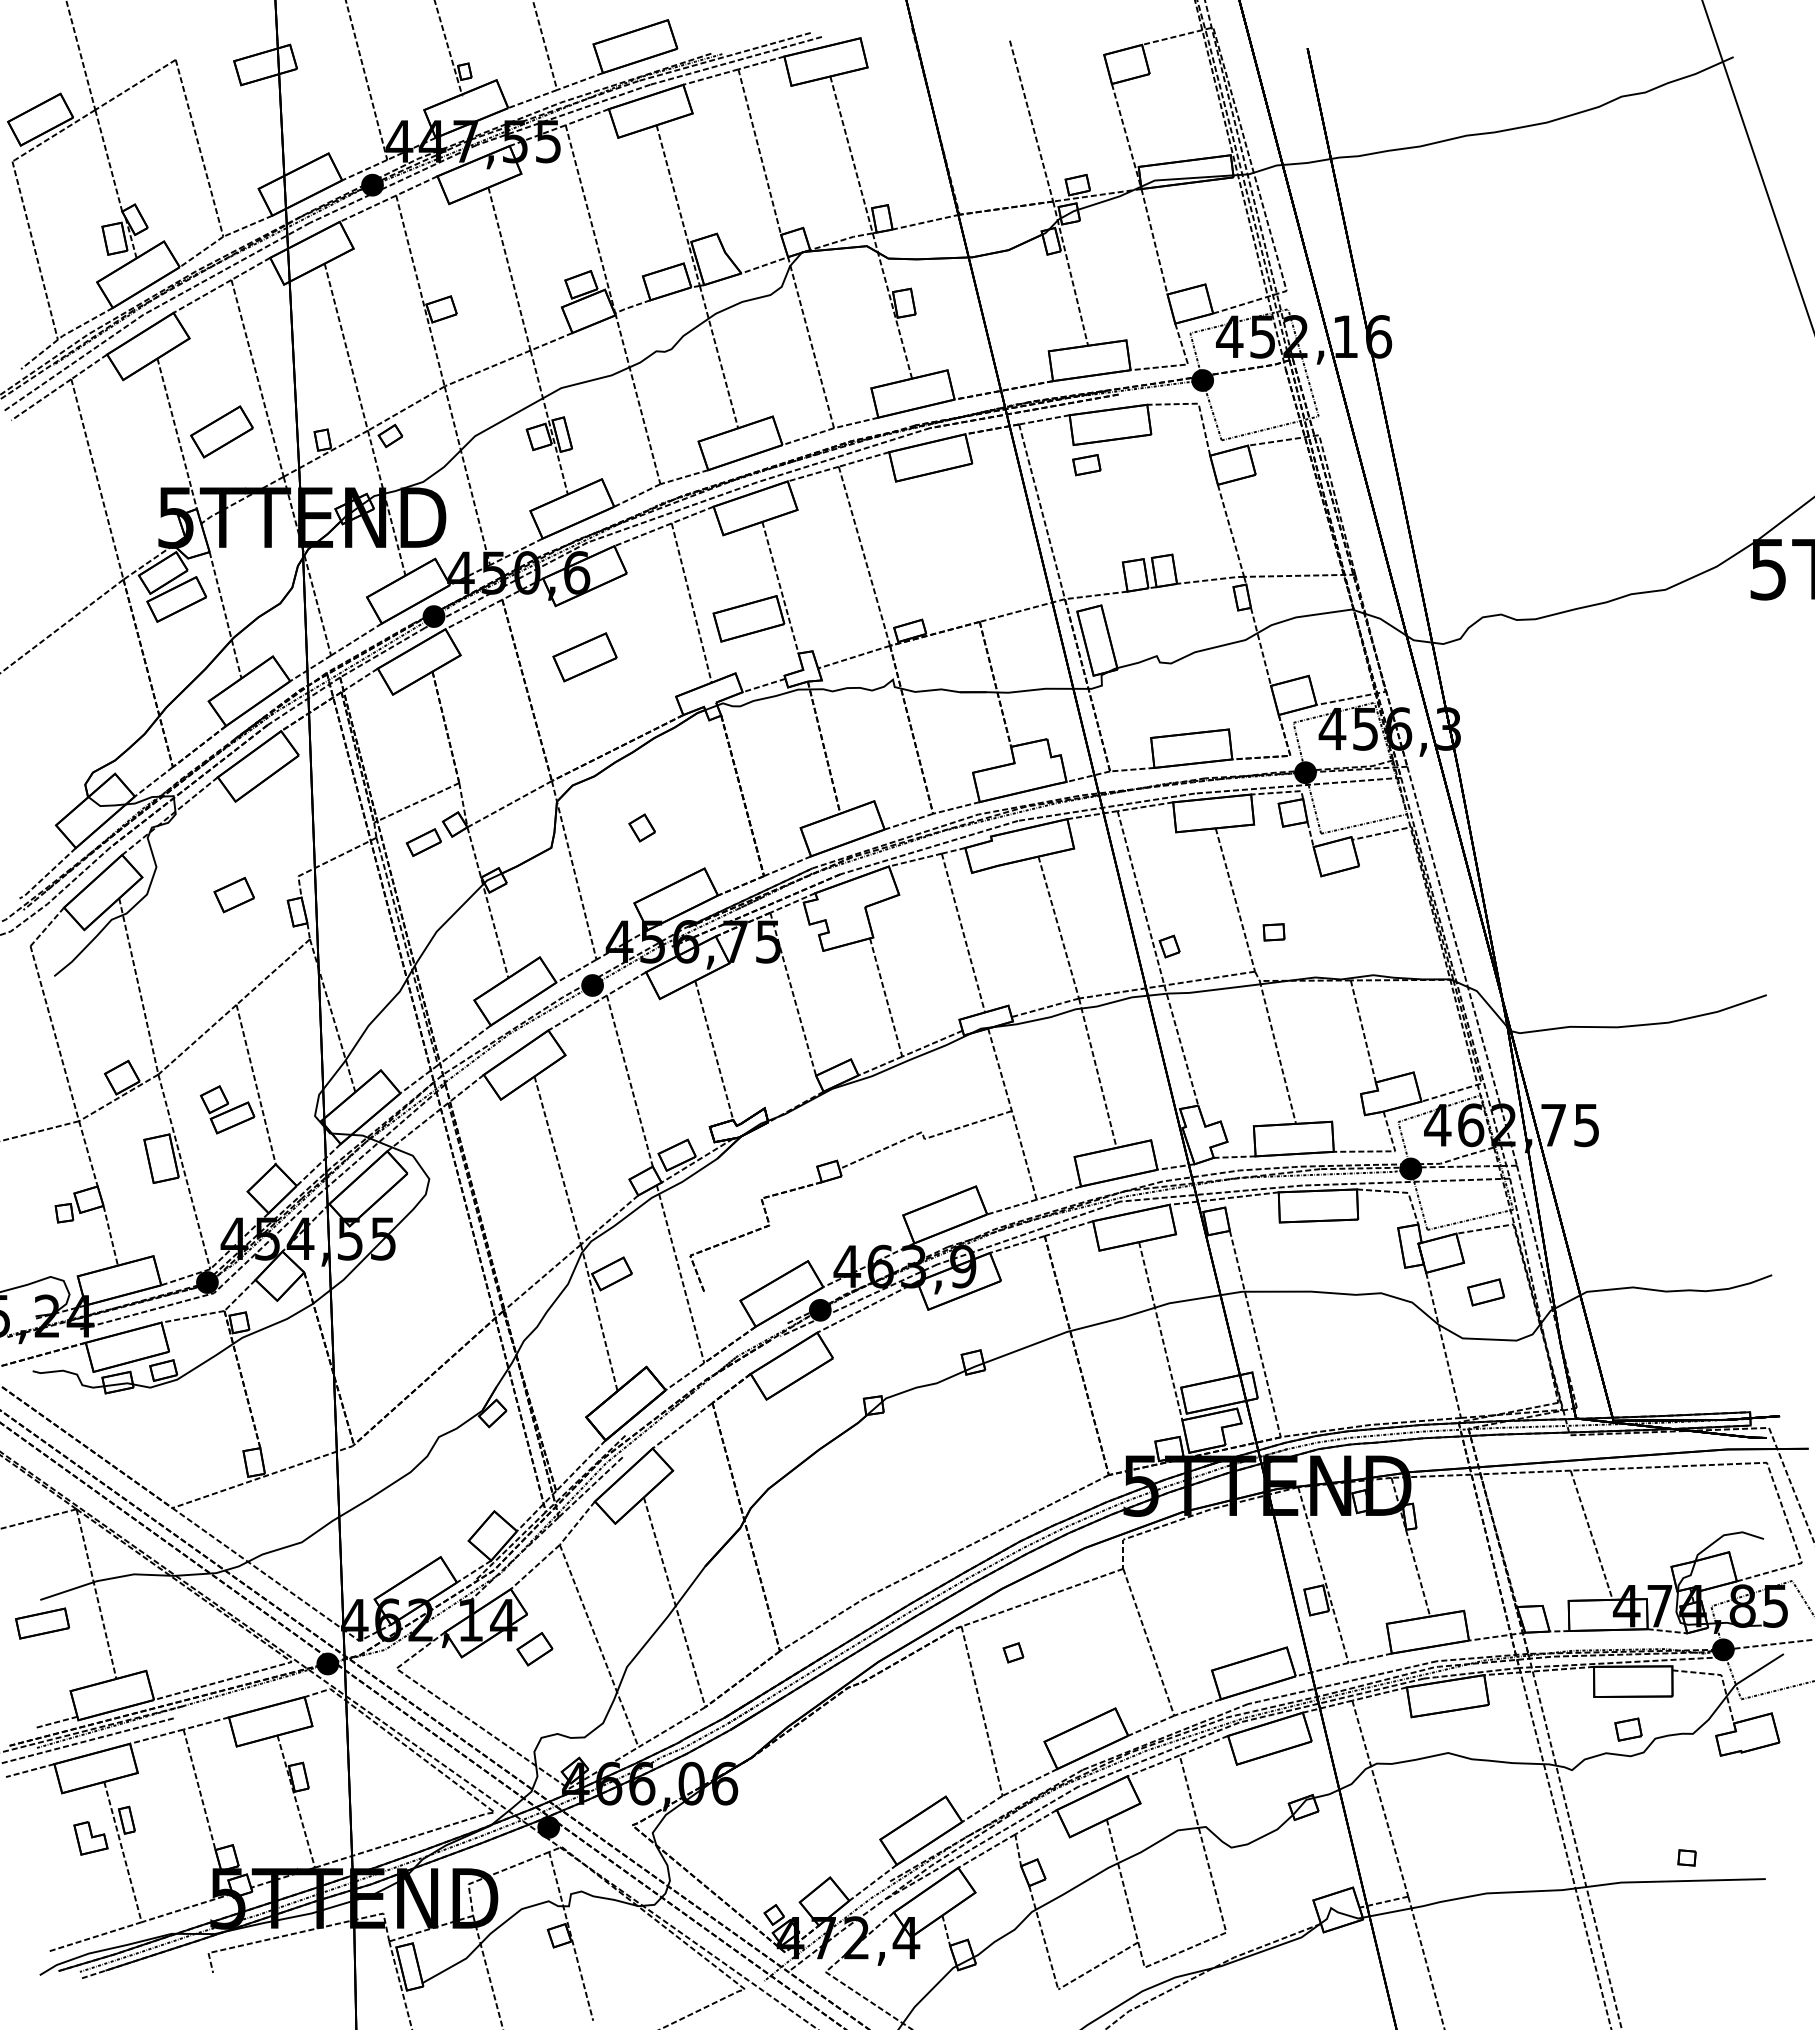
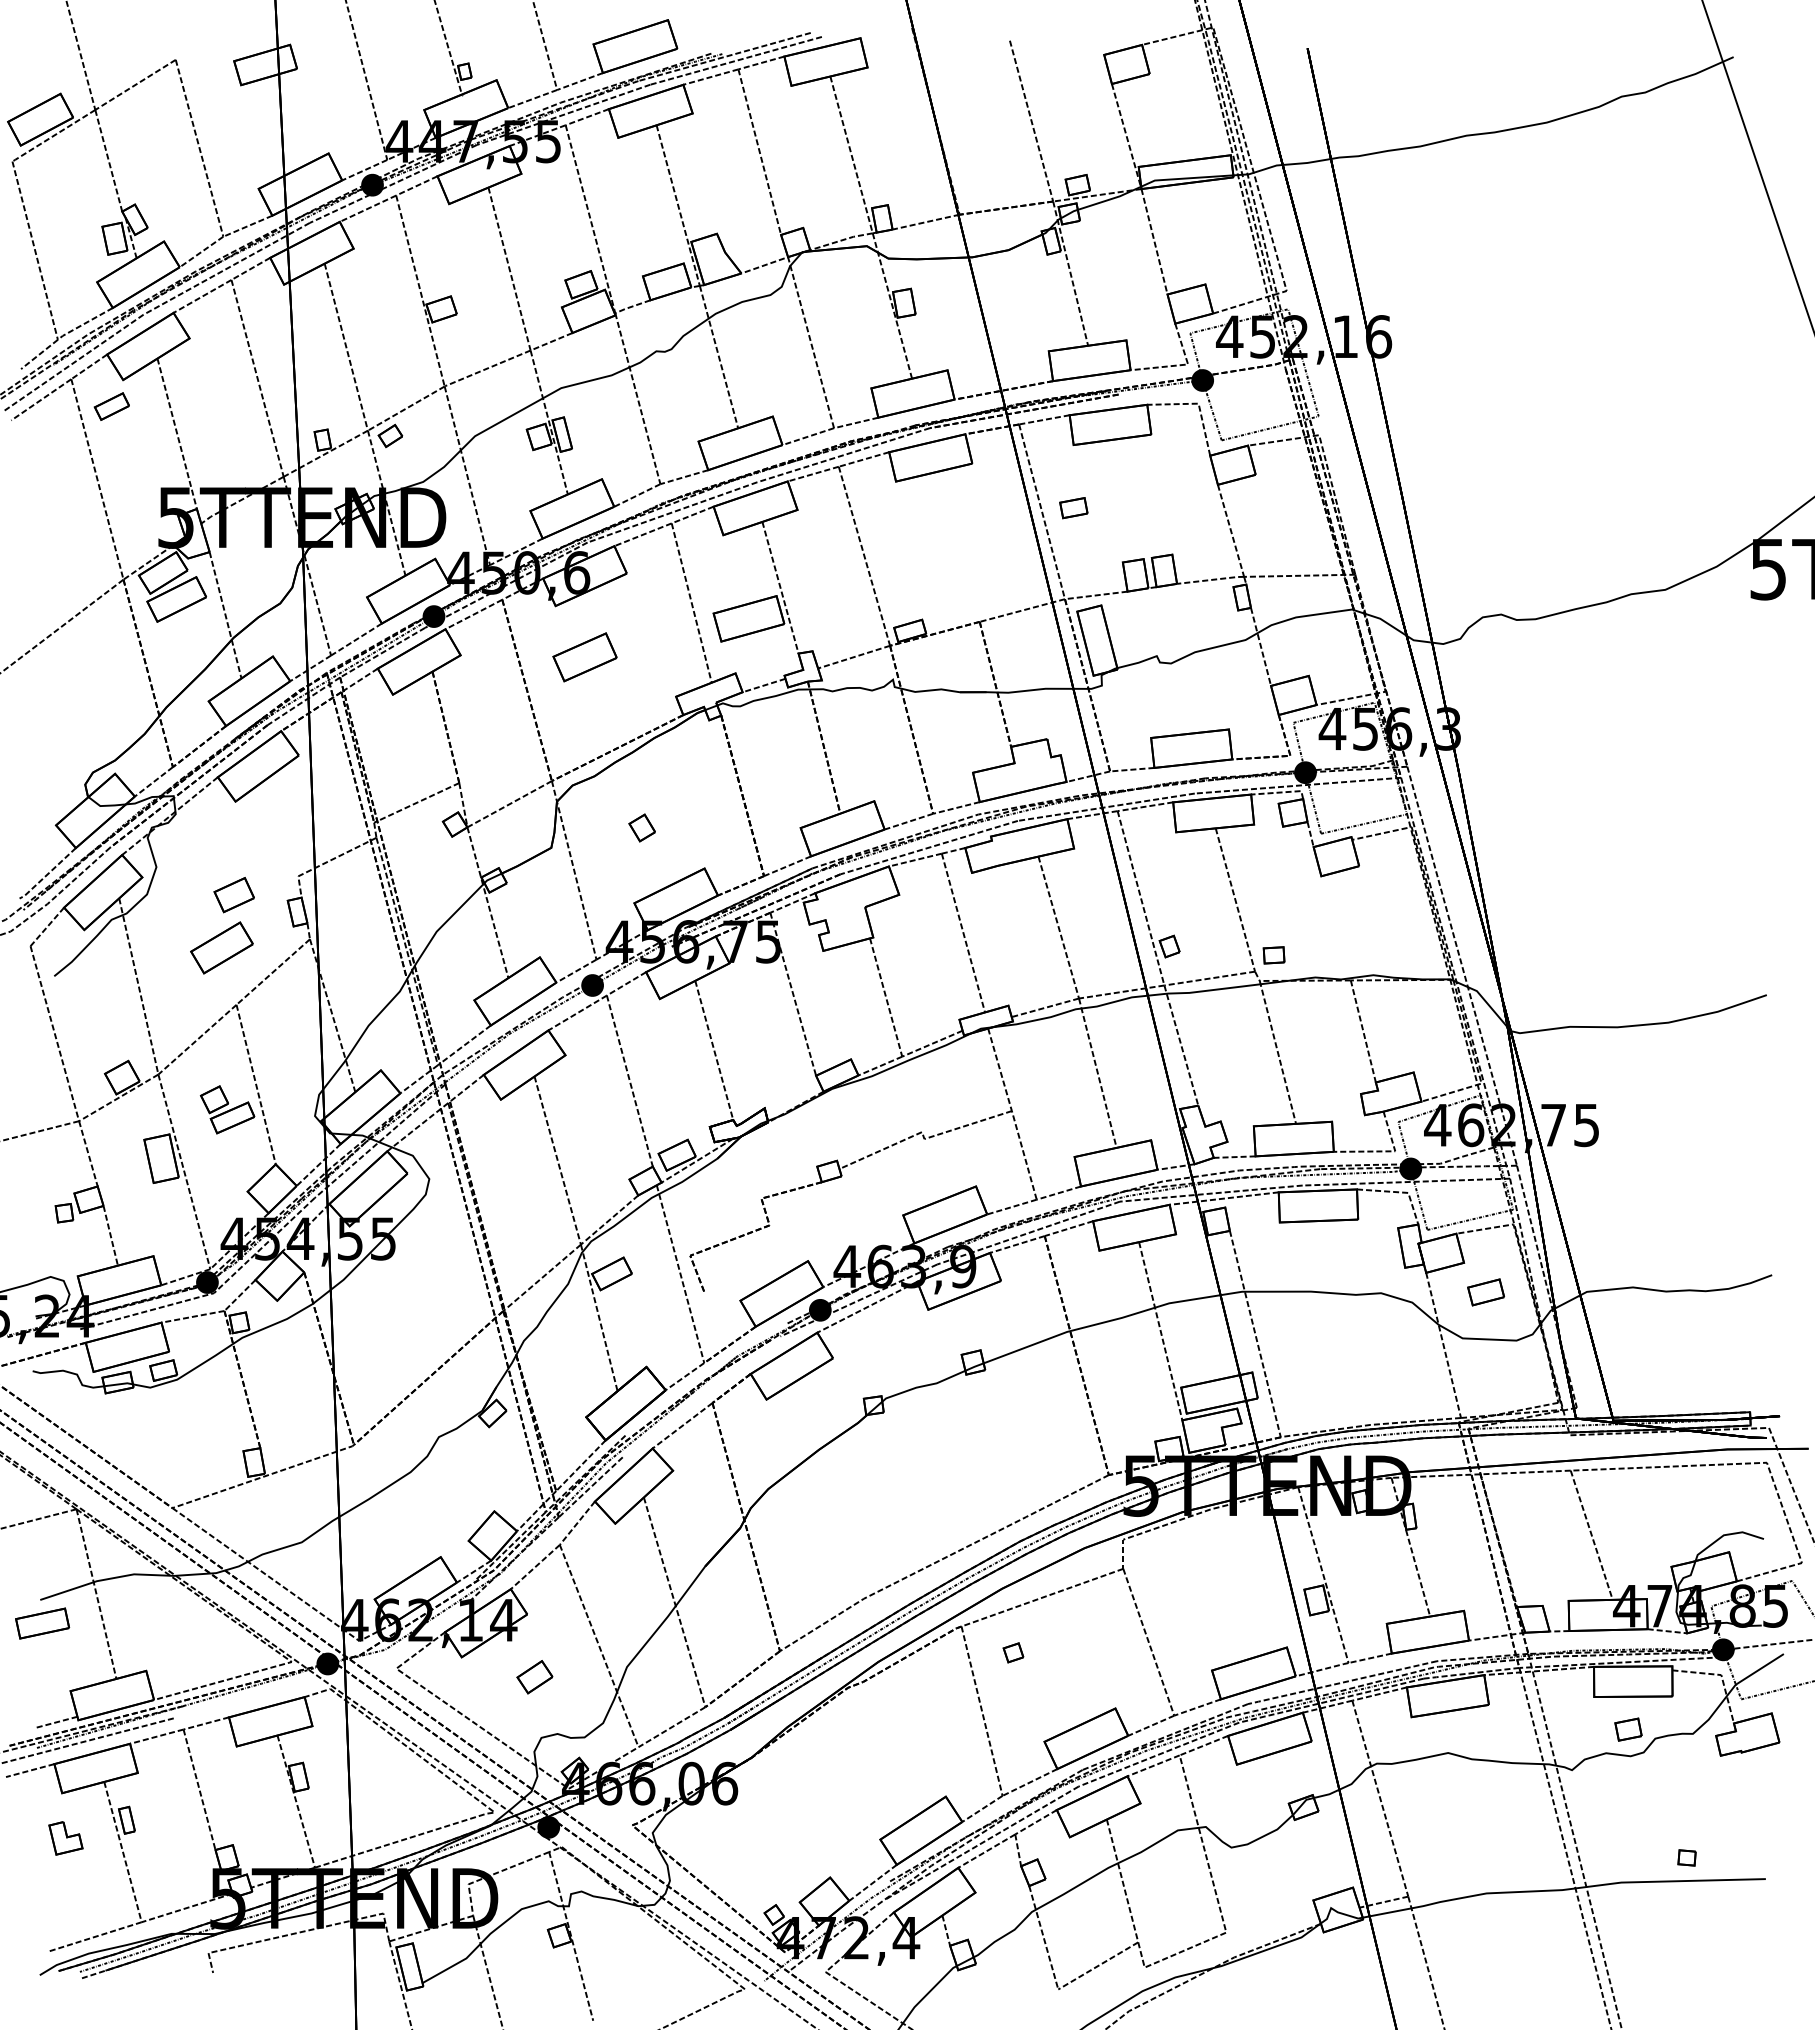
part at (221, 431) position: (221, 431) -> (221, 947)
part at (1086, 465) position: (1086, 465) -> (1073, 508)
part at (423, 842) position: (423, 842) -> (111, 406)
part at (1273, 932) position: (1273, 932) -> (1273, 955)
part at (534, 1649) position: (534, 1649) -> (534, 1677)
part at (90, 1838) position: (90, 1838) -> (65, 1838)
